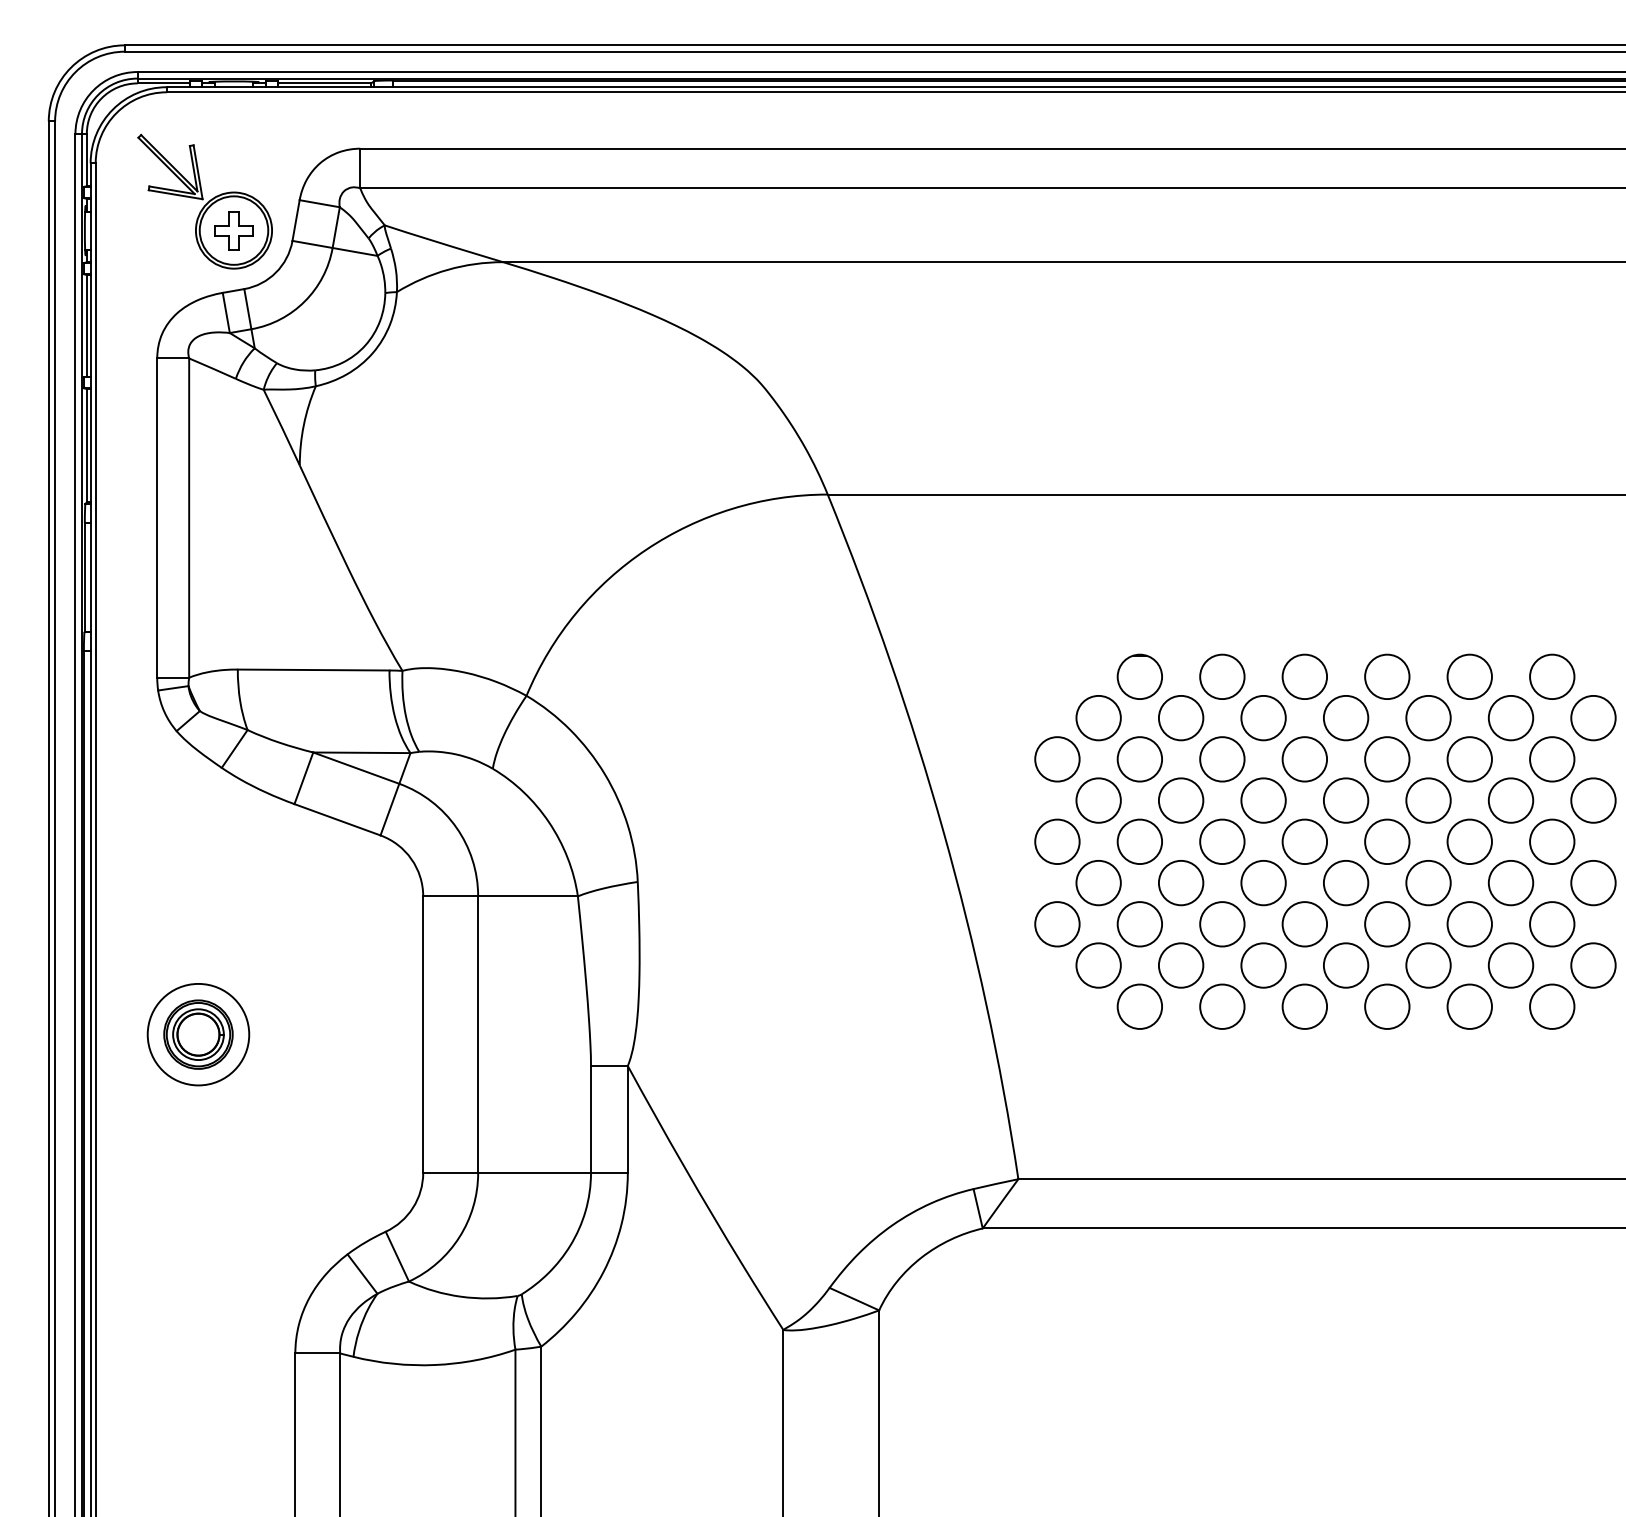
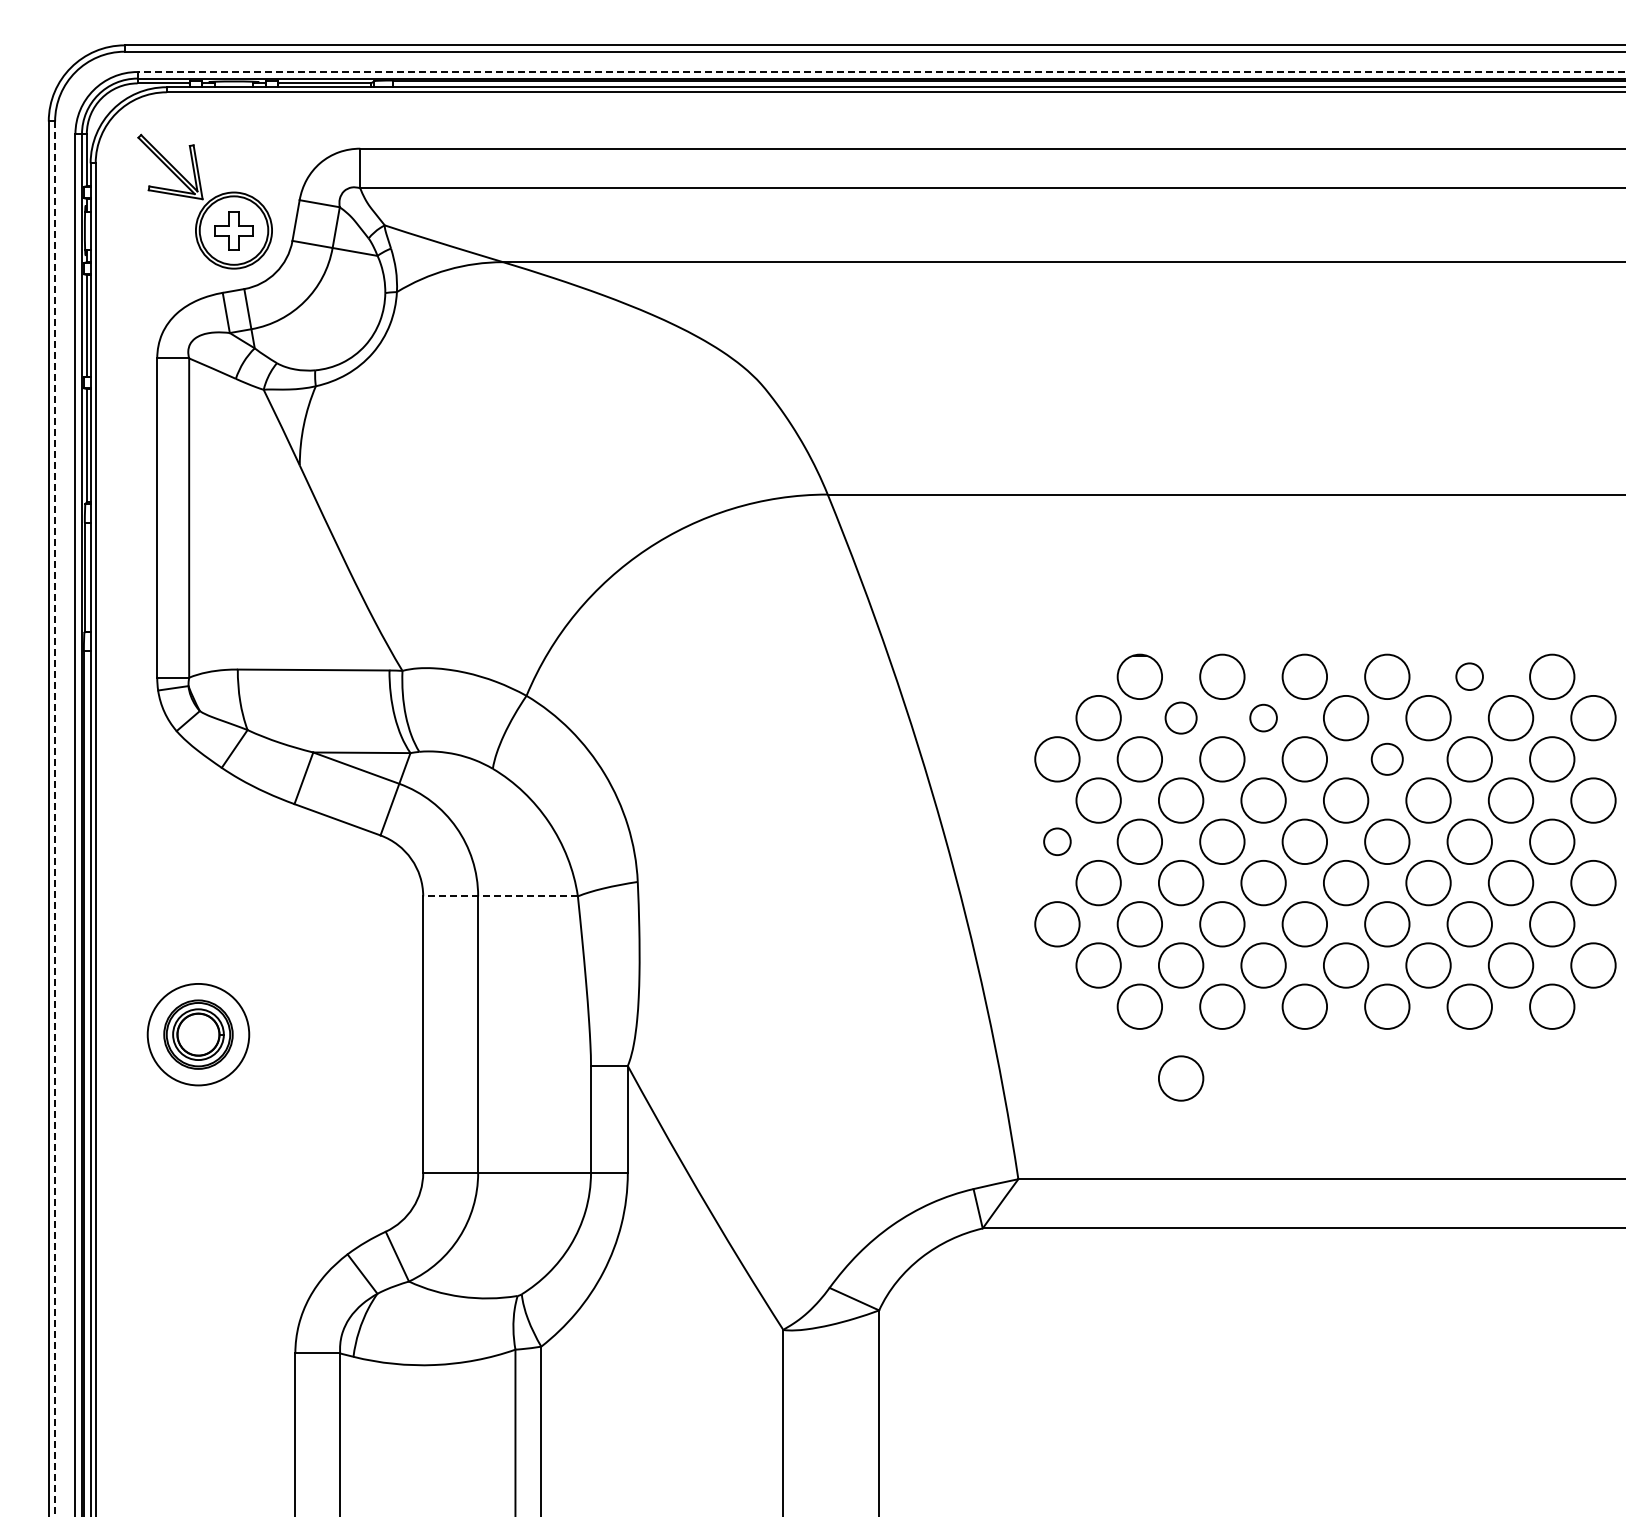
line at (881, 72): solid -> dashed
circle at (1469, 676) size: 47x47 px -> 29x29 px
circle at (1180, 717) diameter: 44 px -> 31 px
circle at (1263, 717) diameter: 44 px -> 27 px
circle at (1387, 759) diameter: 44 px -> 31 px
line at (55, 819): solid -> dashed
circle at (1057, 841) diameter: 44 px -> 27 px
line at (500, 896): solid -> dashed
circle at (1181, 1078): none -> present
